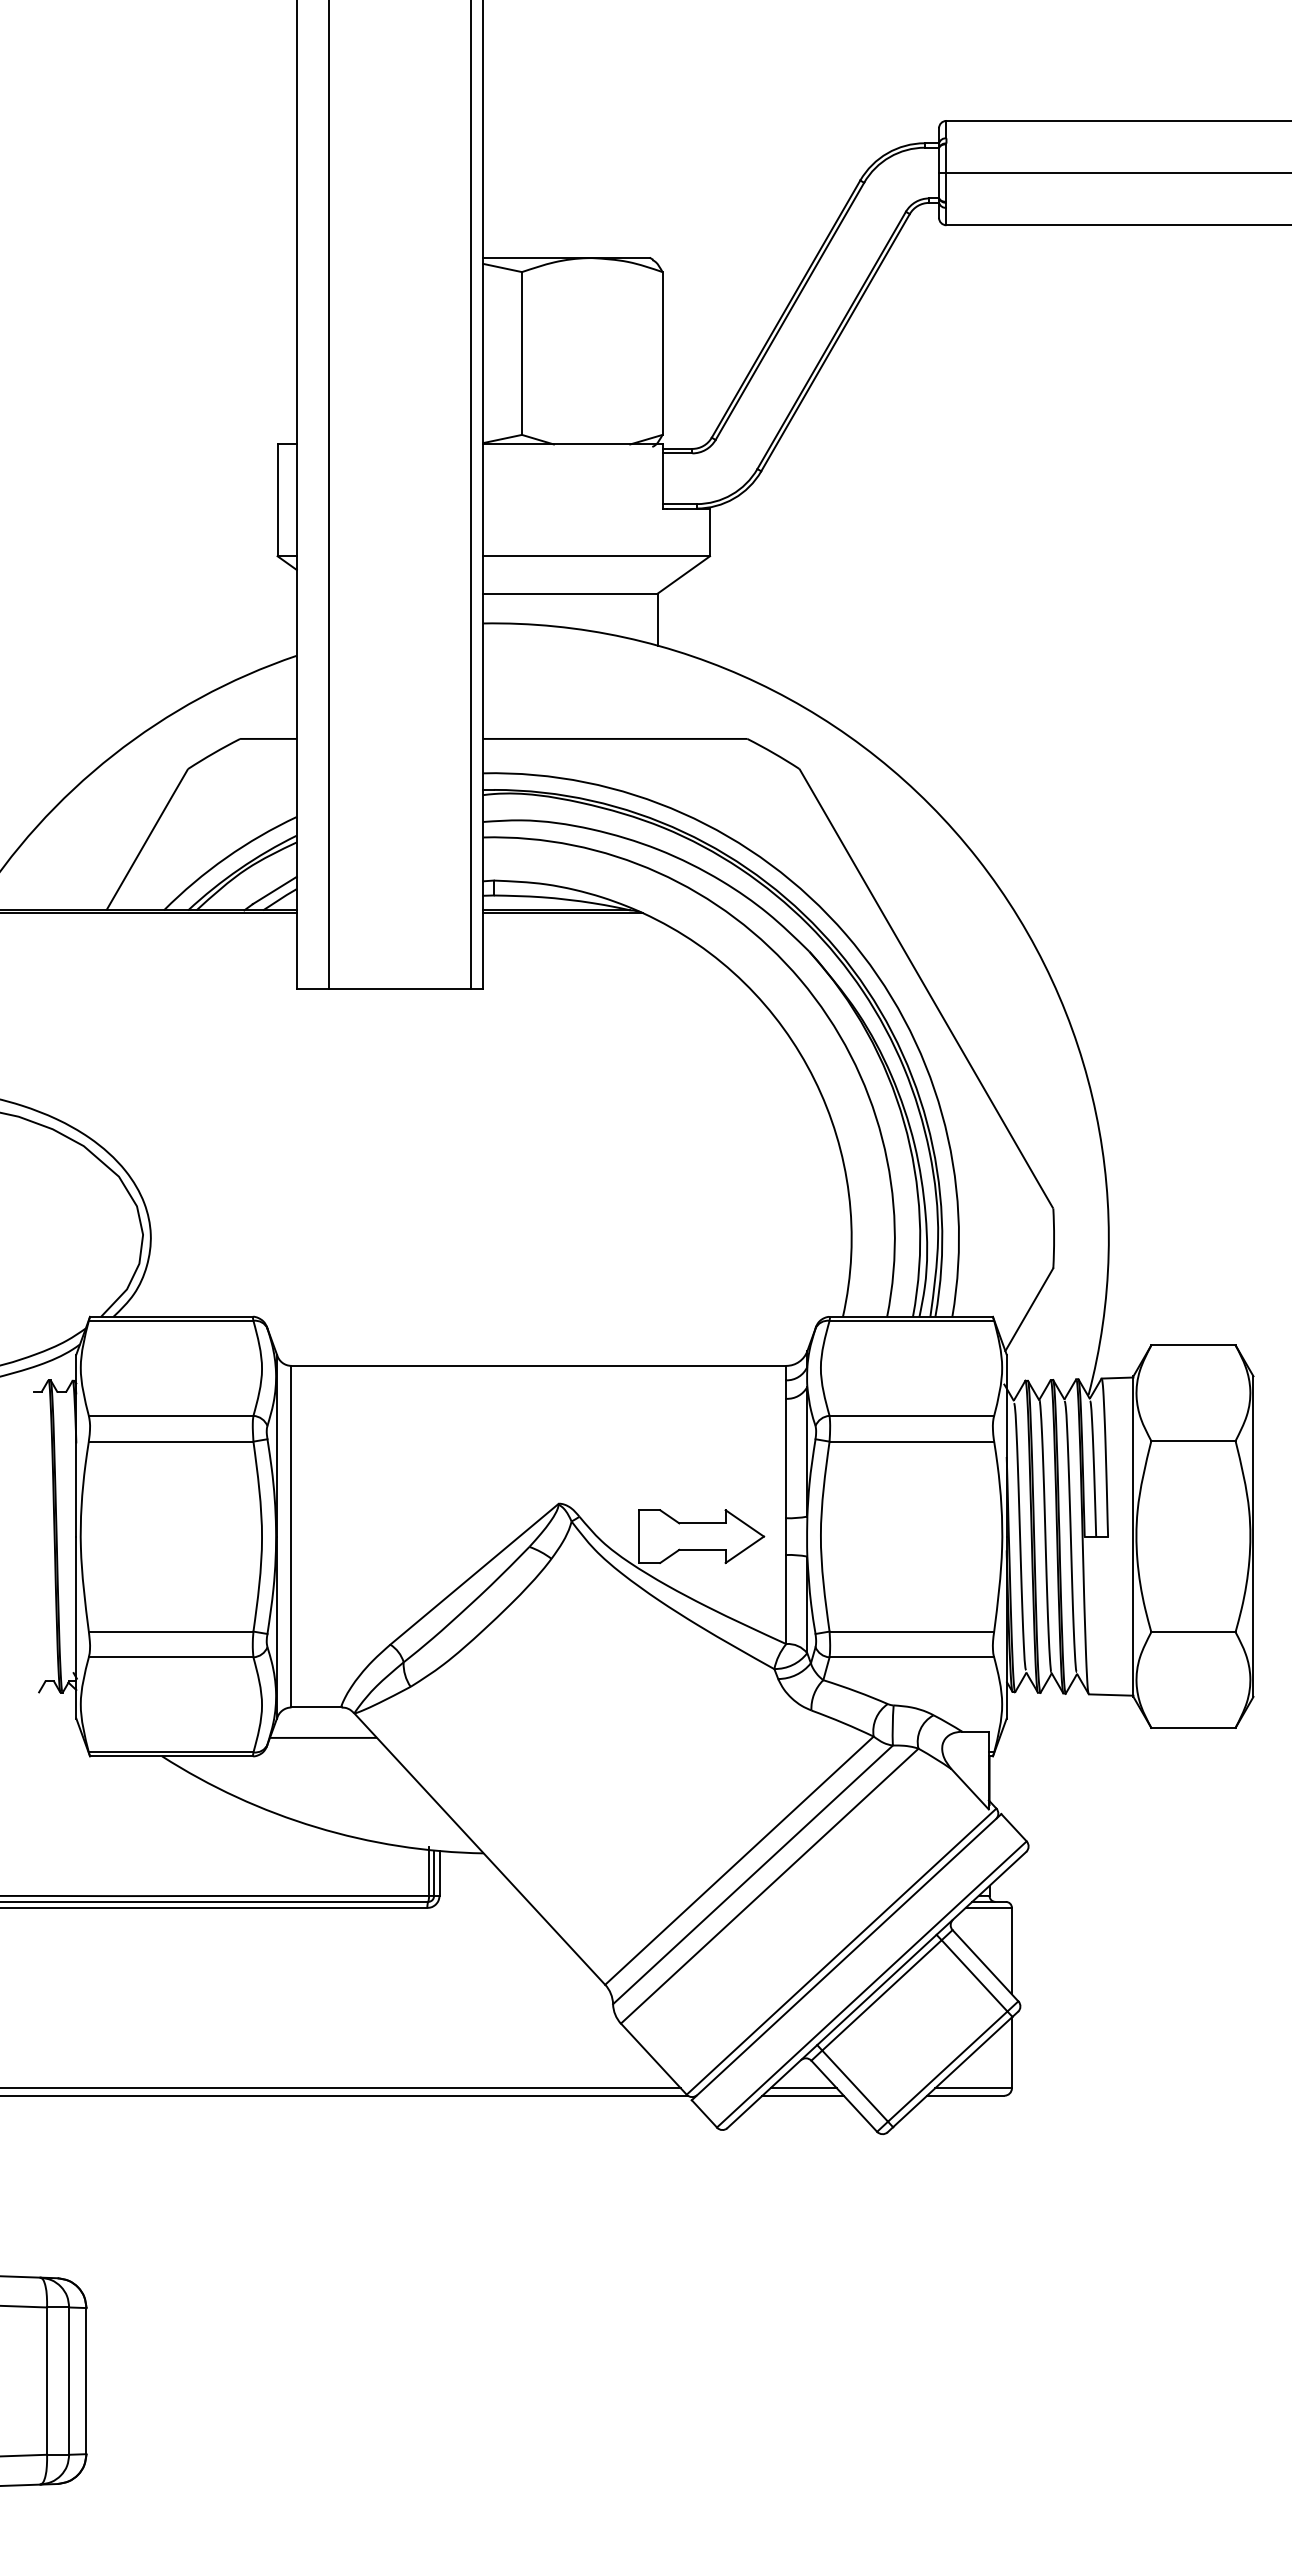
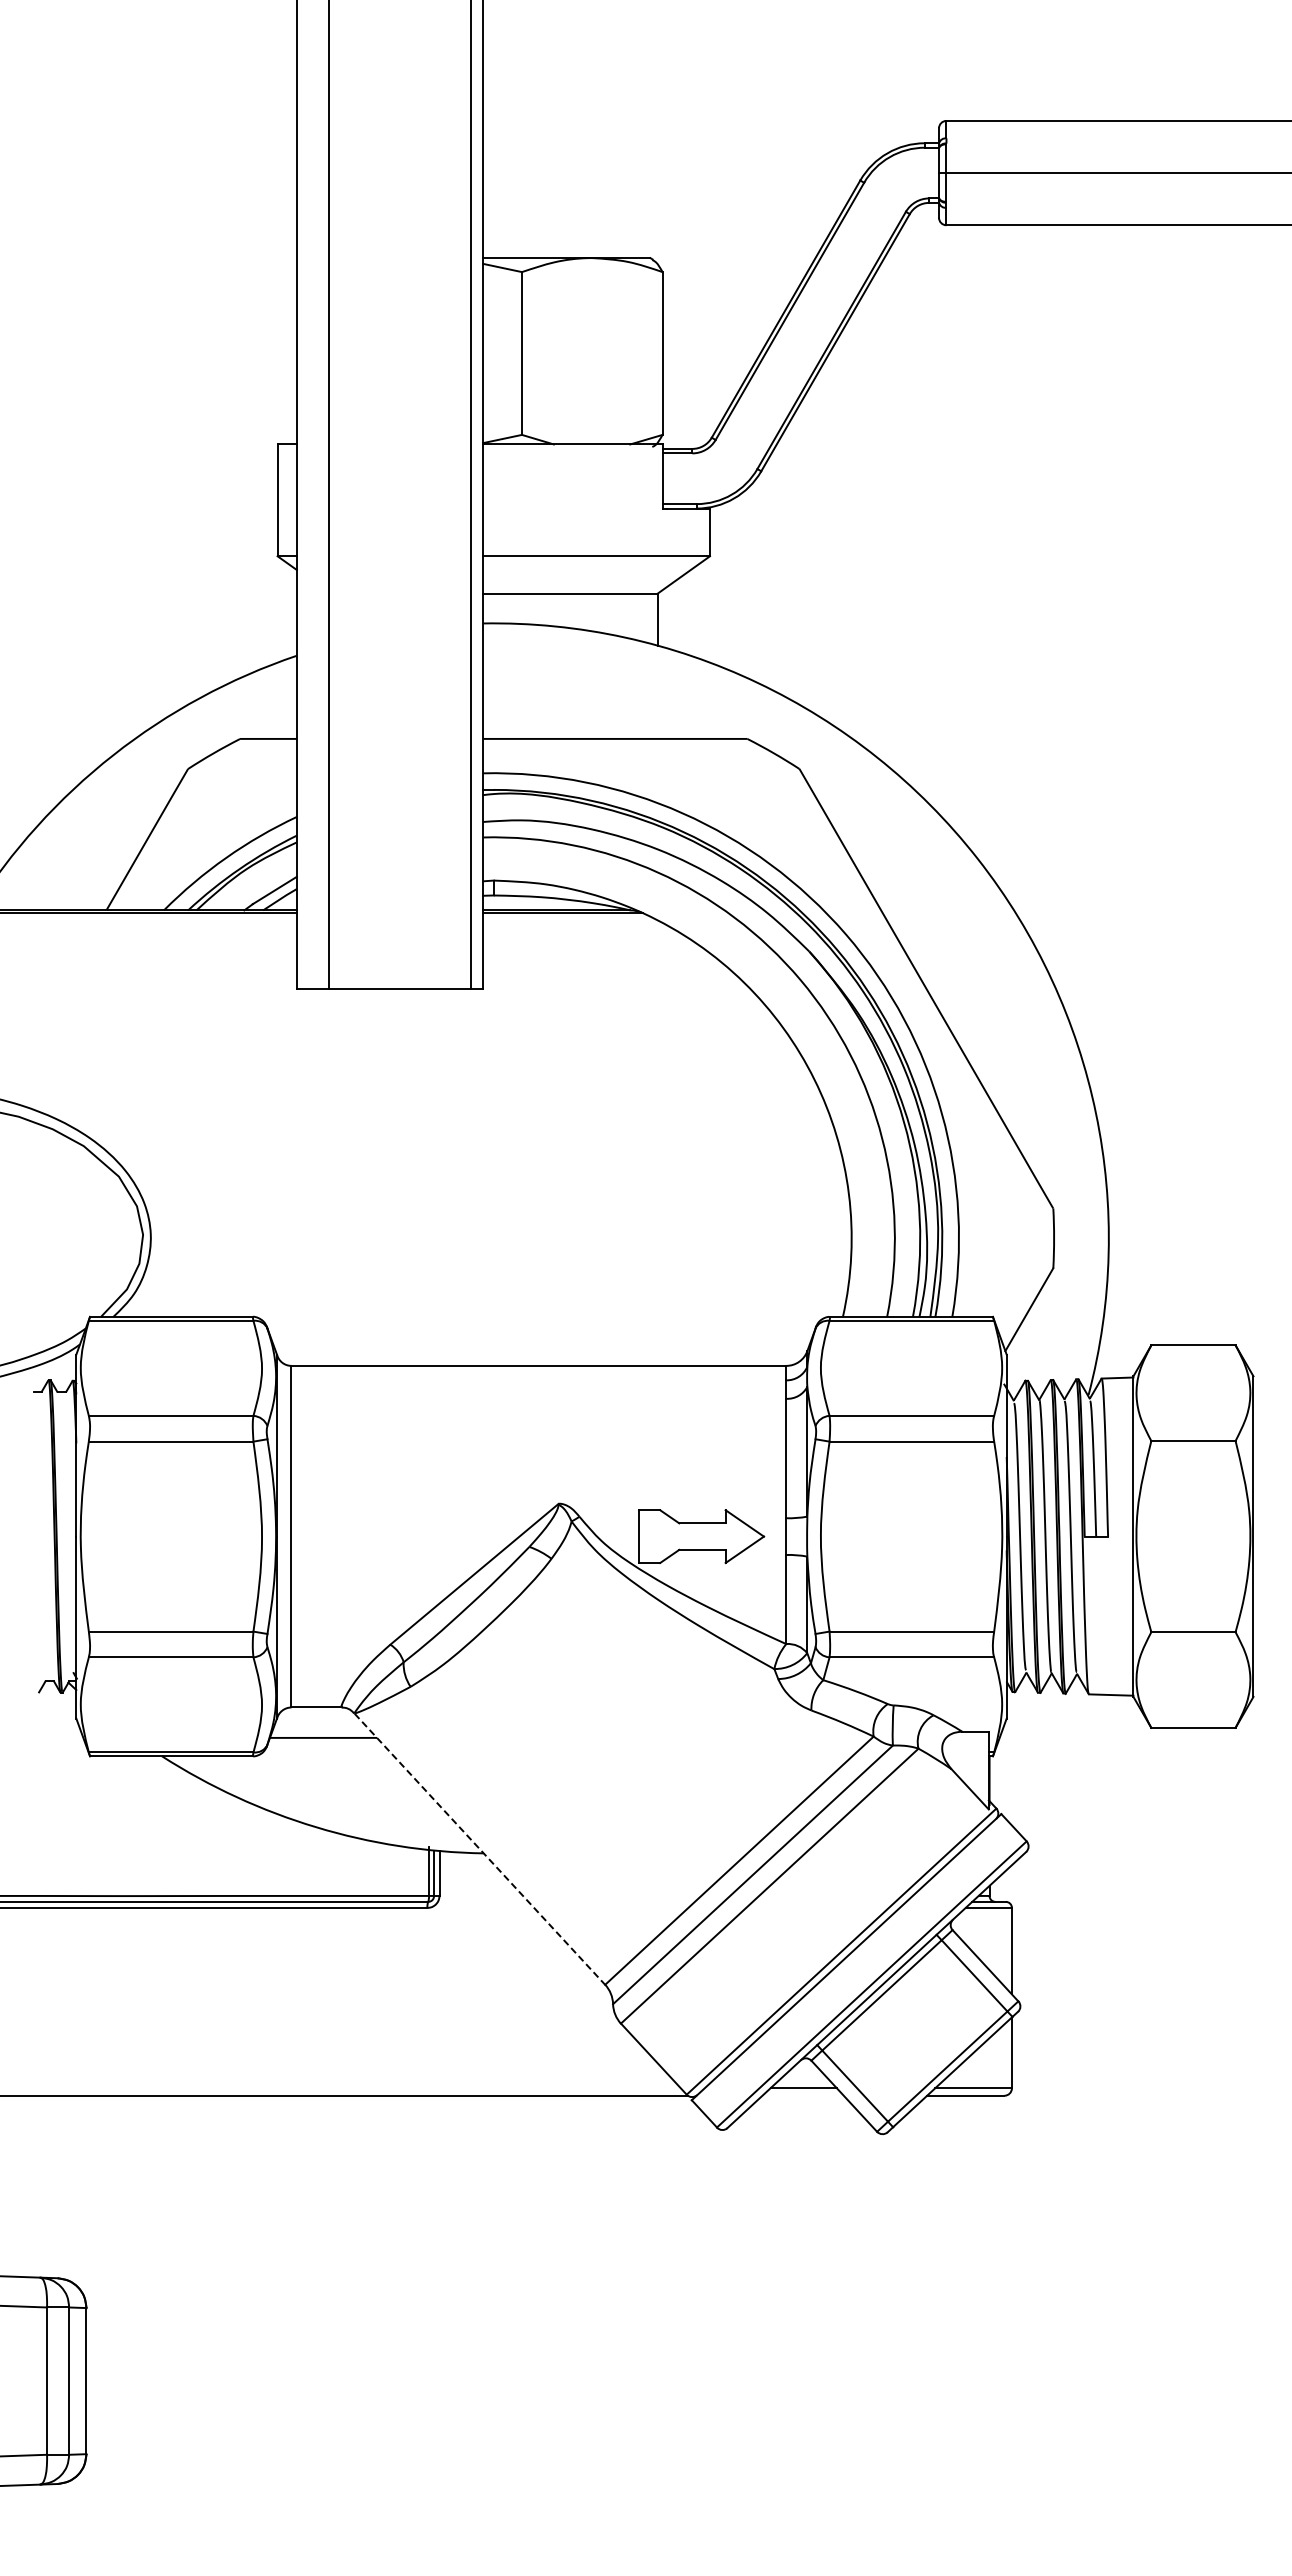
line at (479, 1849): solid -> dashed
line at (341, 2088): present -> none
line at (802, 2095): present -> none
